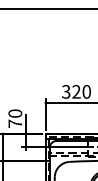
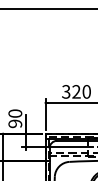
text at (15, 123): 70 -> 90
